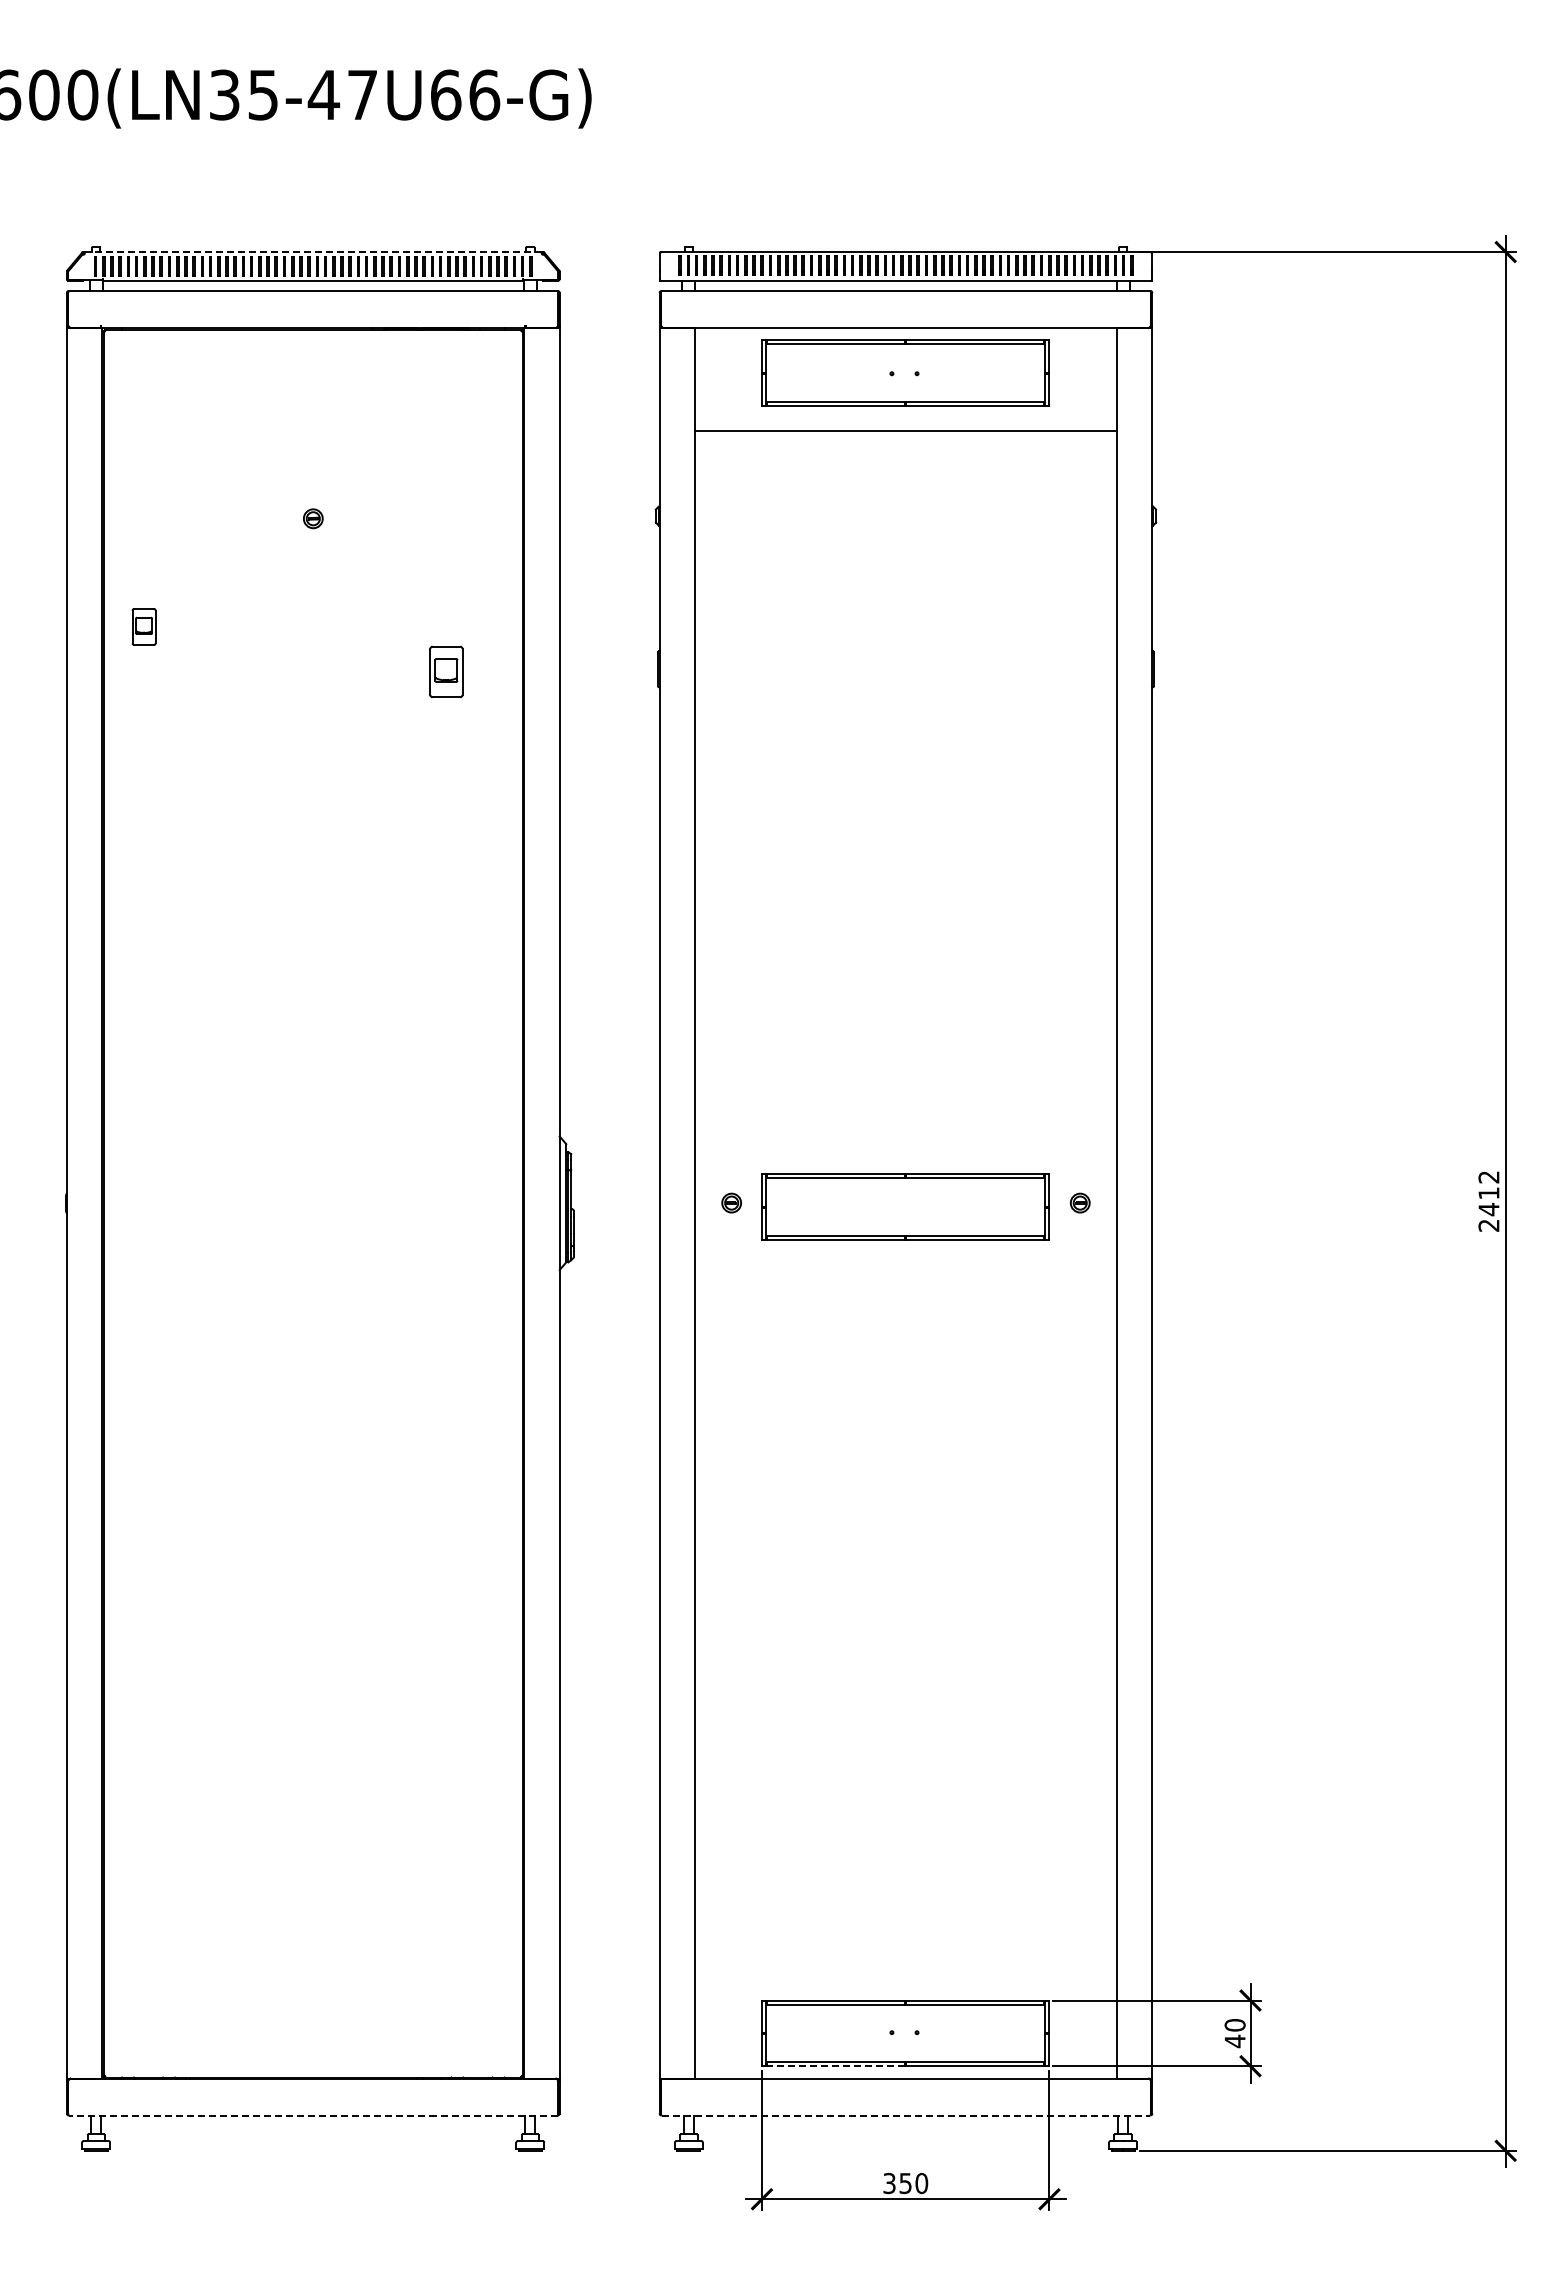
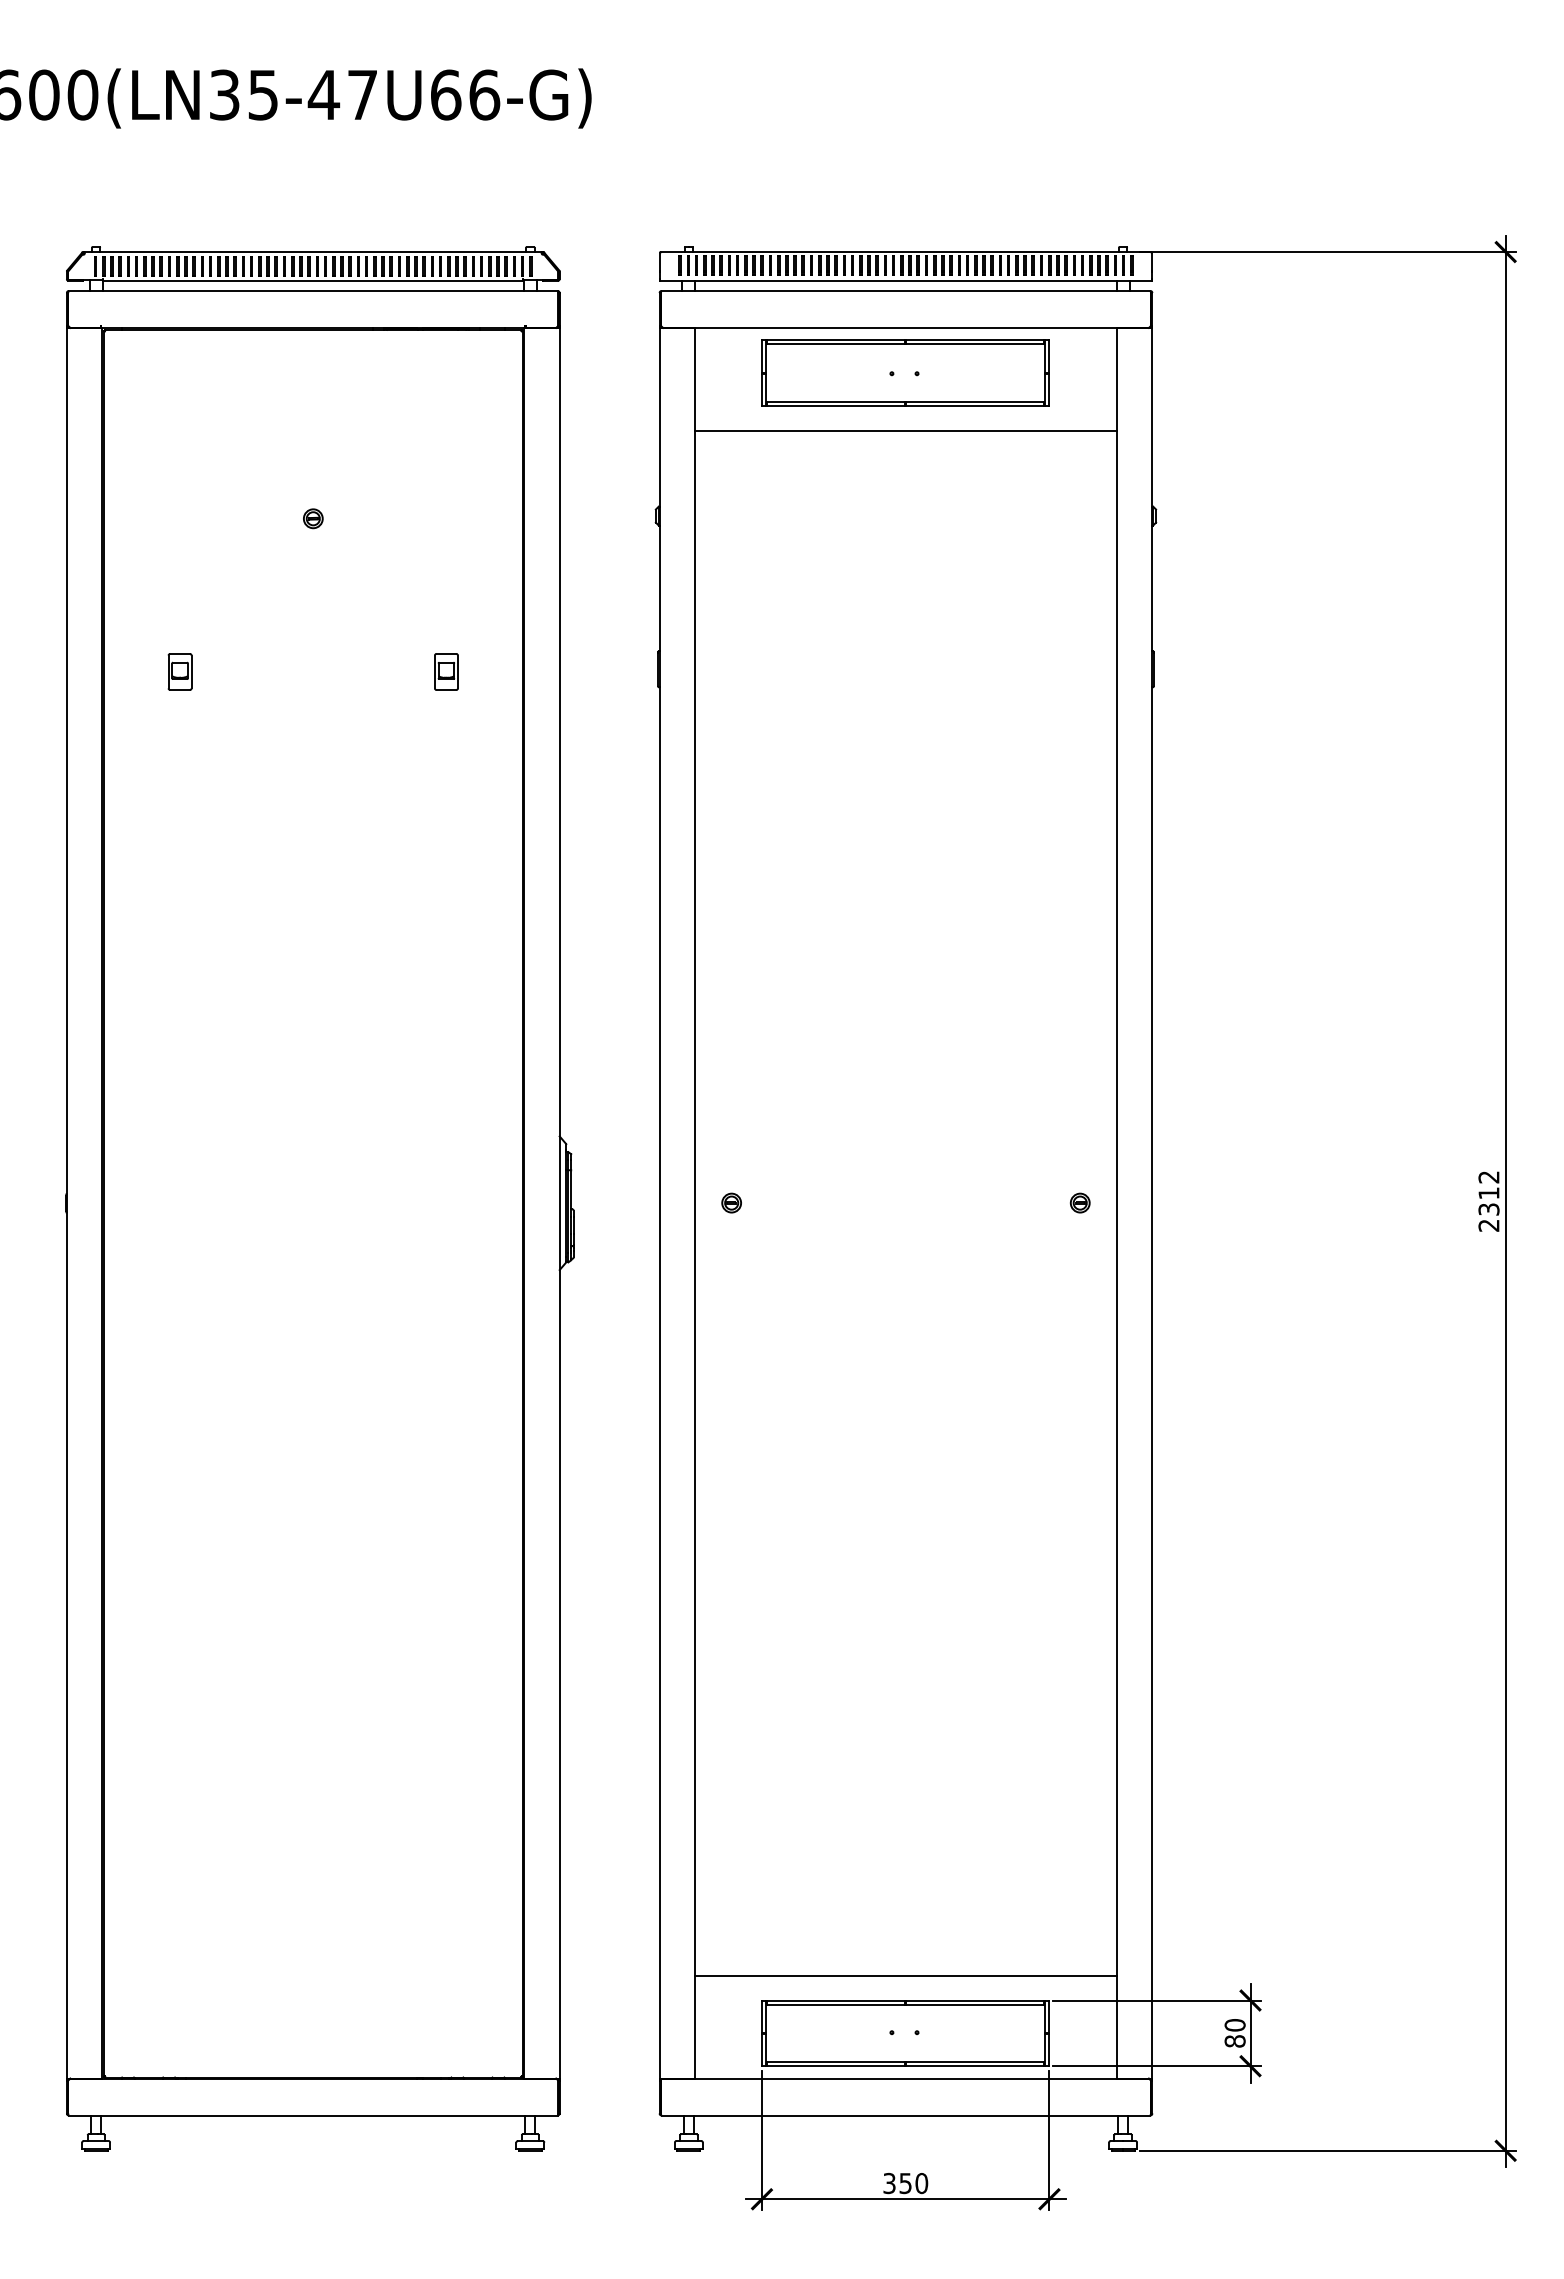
line at (313, 252): dashed -> solid
part at (143, 626) position: (143, 626) -> (179, 671)
part at (446, 671) size: 35x53 px -> 25x38 px
part at (905, 1206): present -> none
text at (1488, 1209): 2412 -> 2312
line at (905, 1975): none -> present
text at (1234, 2041): 40 -> 80
line at (836, 2066): dashed -> solid
line at (312, 2115): dashed -> solid
line at (906, 2115): dashed -> solid
